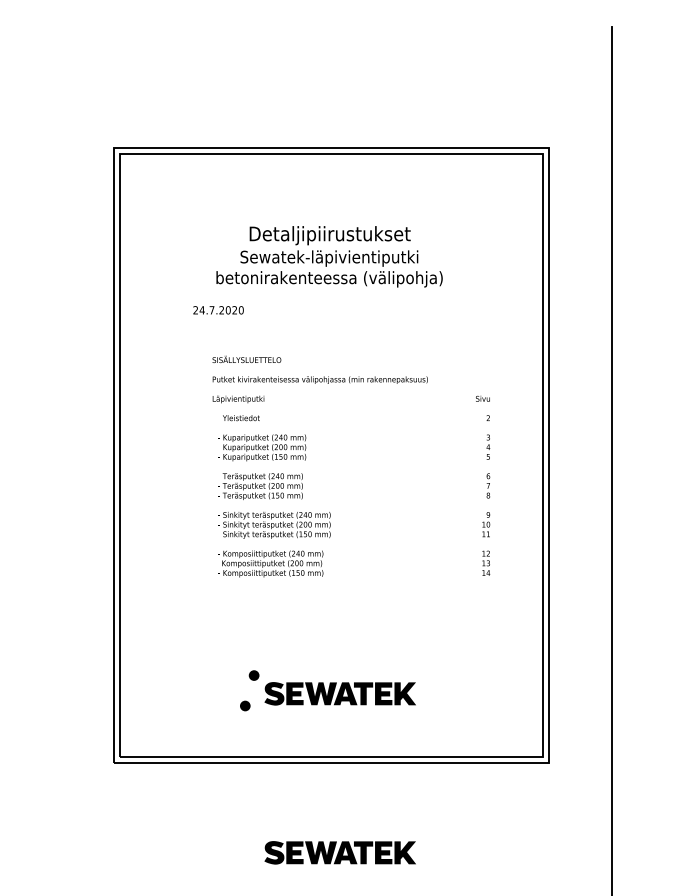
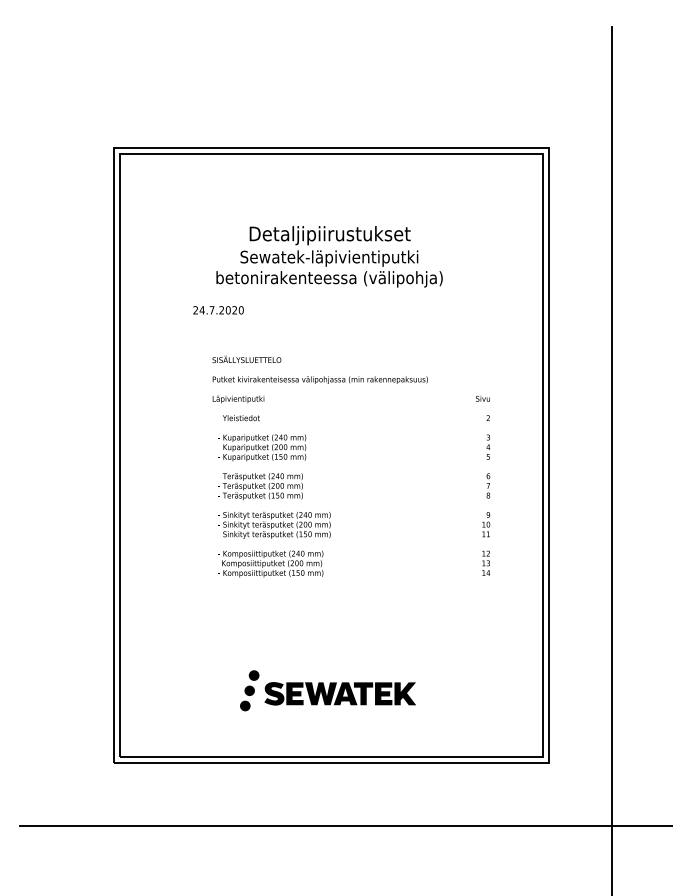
fill at (249, 690): none -> present
line at (344, 825): none -> present
part at (339, 852): present -> none
